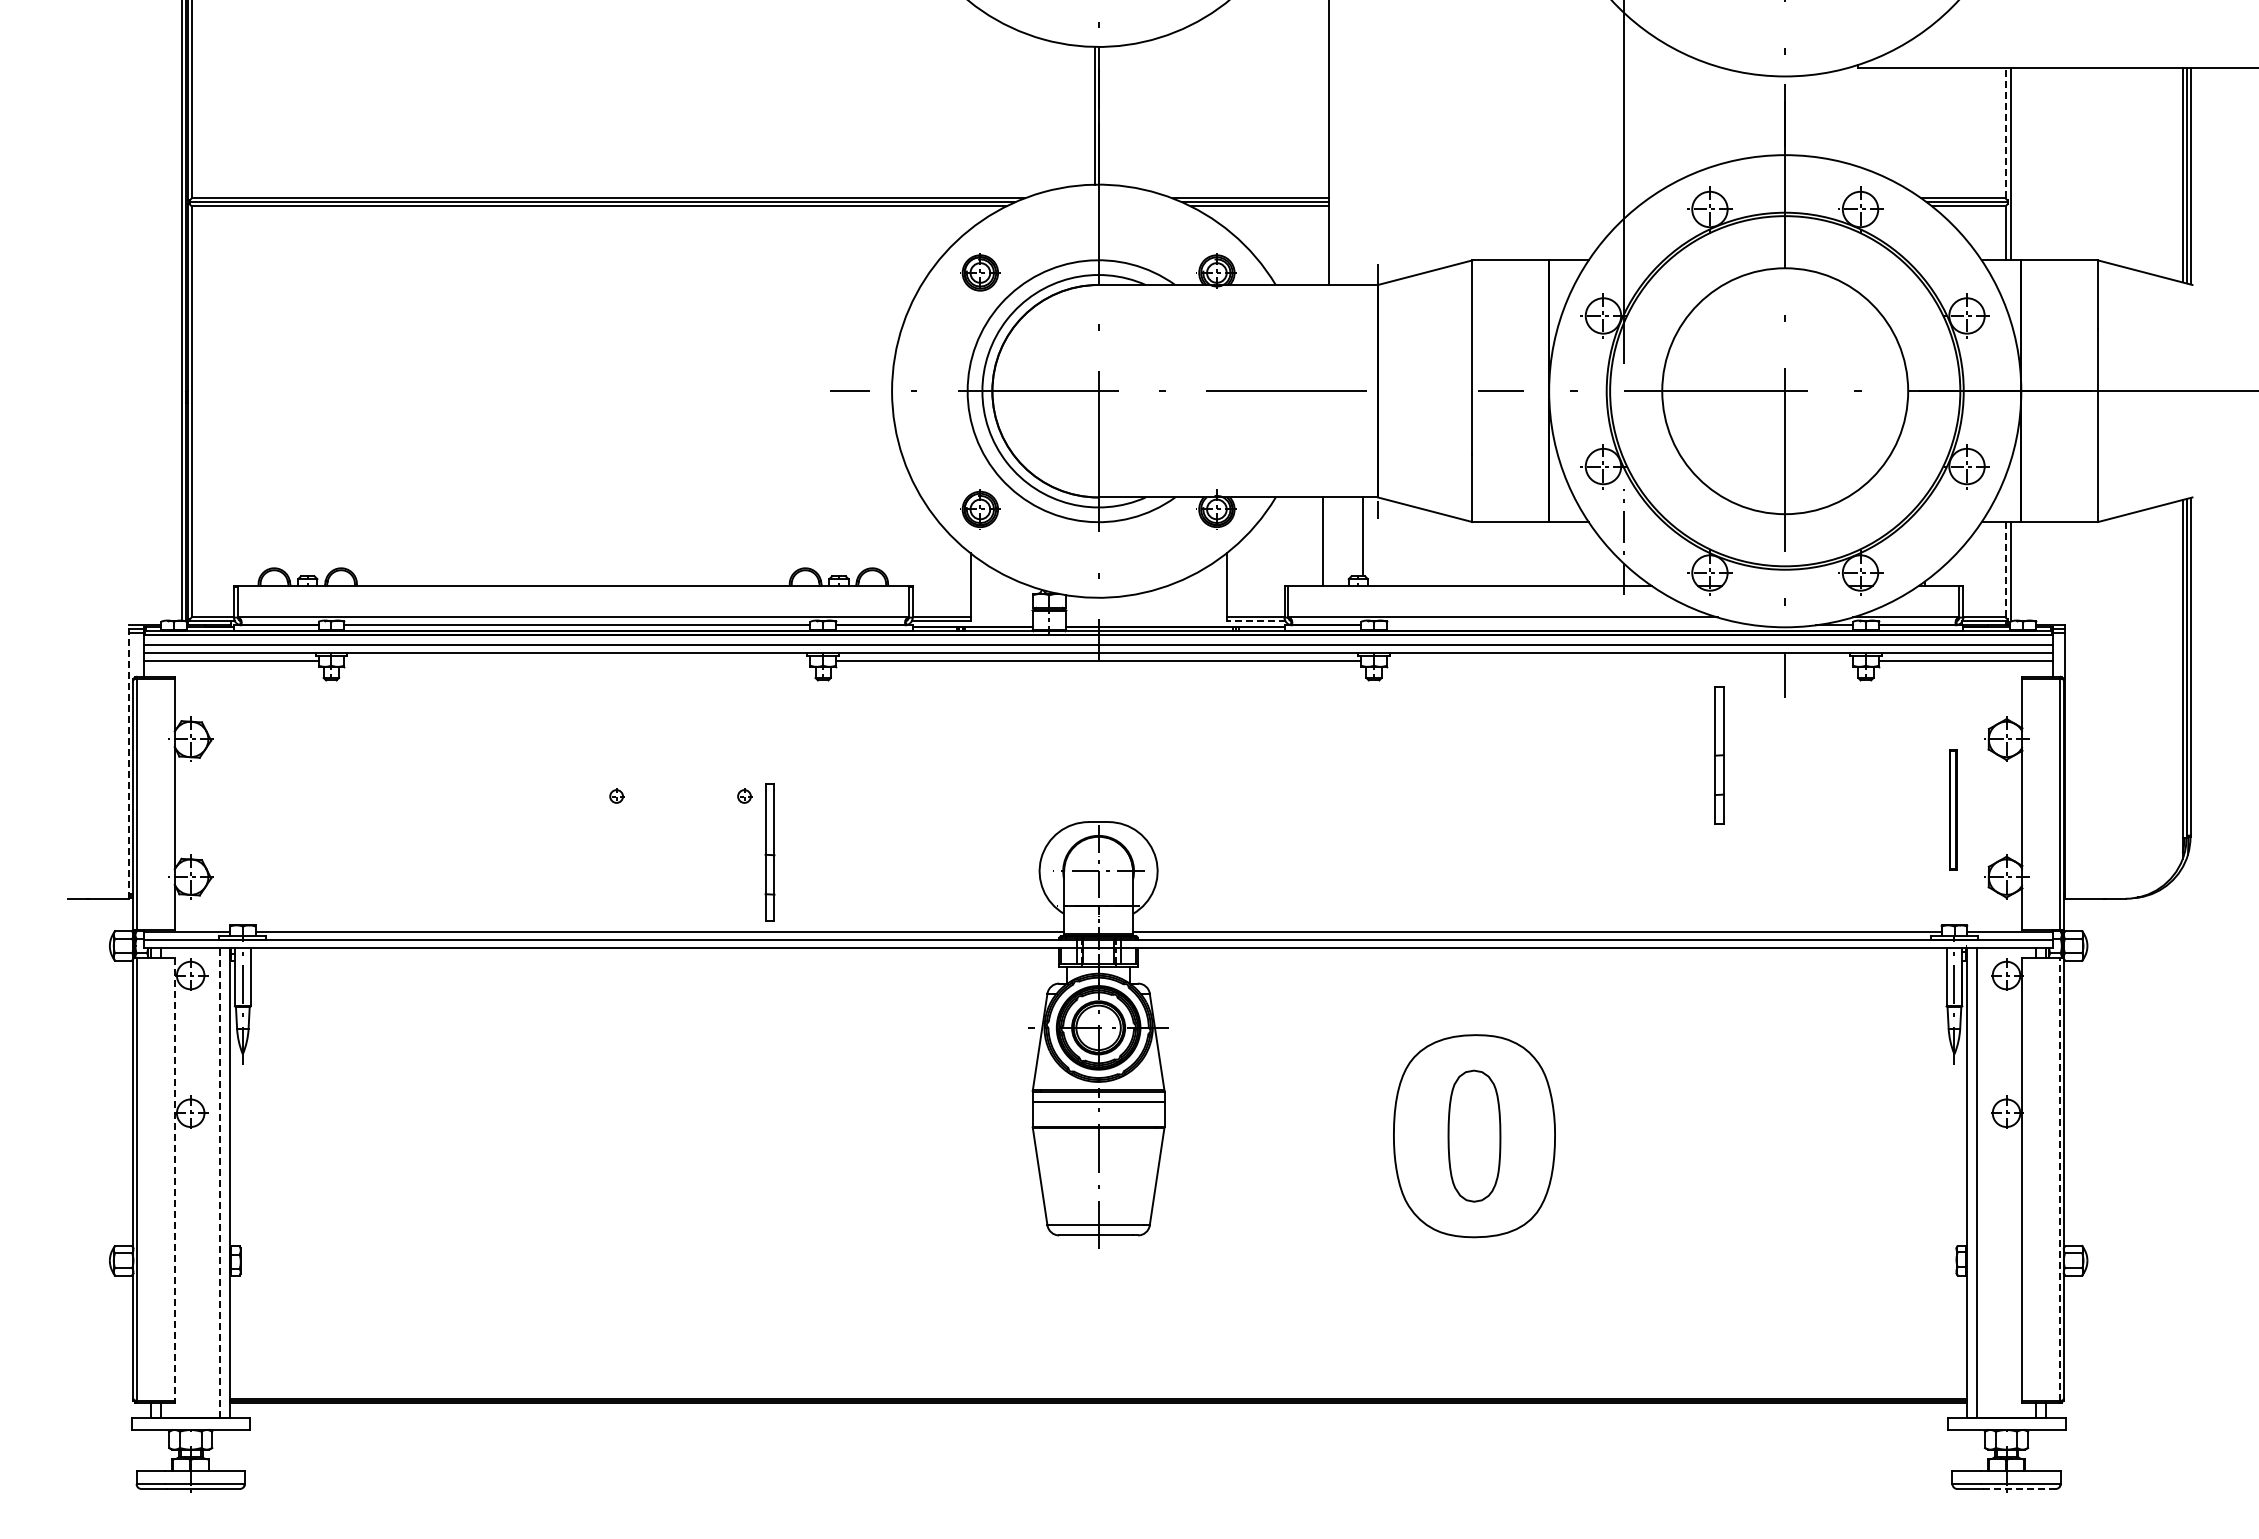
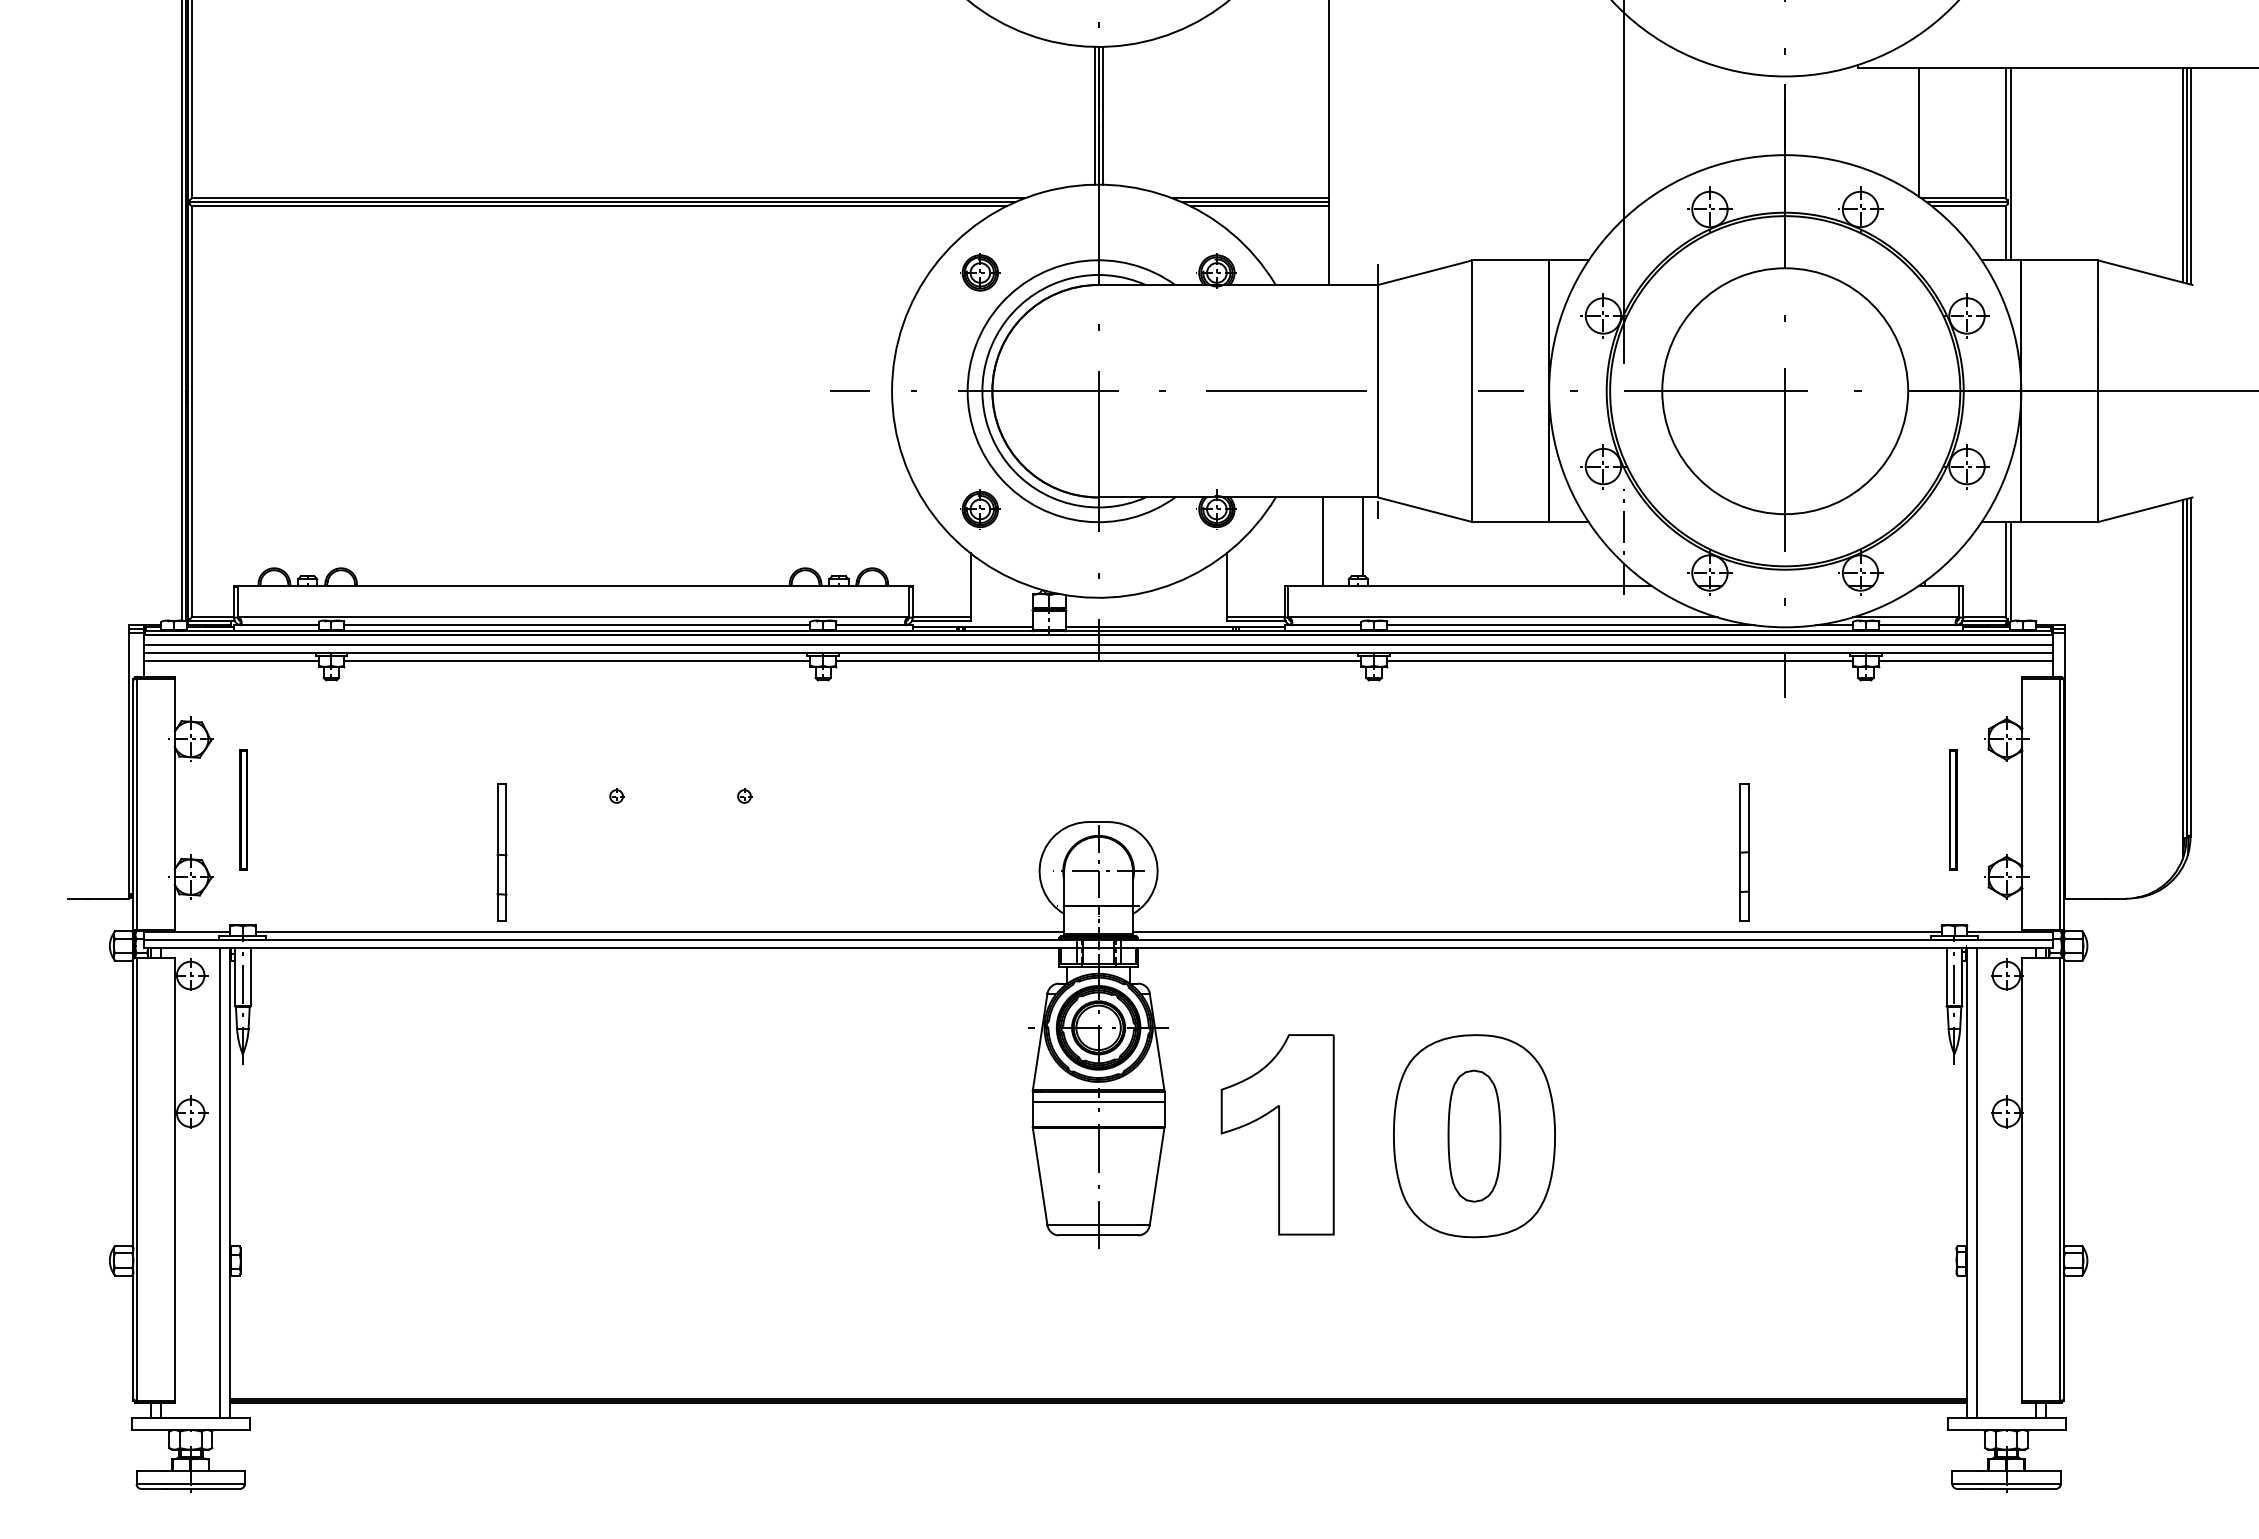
line at (1102, 115): none -> present
line at (1919, 132): none -> present
line at (2005, 132): dashed -> solid
line at (2005, 569): dashed -> solid
line at (1256, 621): dashed -> solid
line at (1570, 625): none -> present
line at (577, 660): none -> present
line at (1619, 660): none -> present
part at (1719, 755) position: (1719, 755) -> (1744, 852)
line at (128, 762): dashed -> solid
part at (243, 809): none -> present
part at (769, 852) position: (769, 852) -> (501, 852)
part at (1277, 1134): none -> present
line at (2059, 1178): dashed -> solid
line at (174, 1179): dashed -> solid
line at (220, 1182): dashed -> solid
line at (2019, 1489): dashed -> solid
